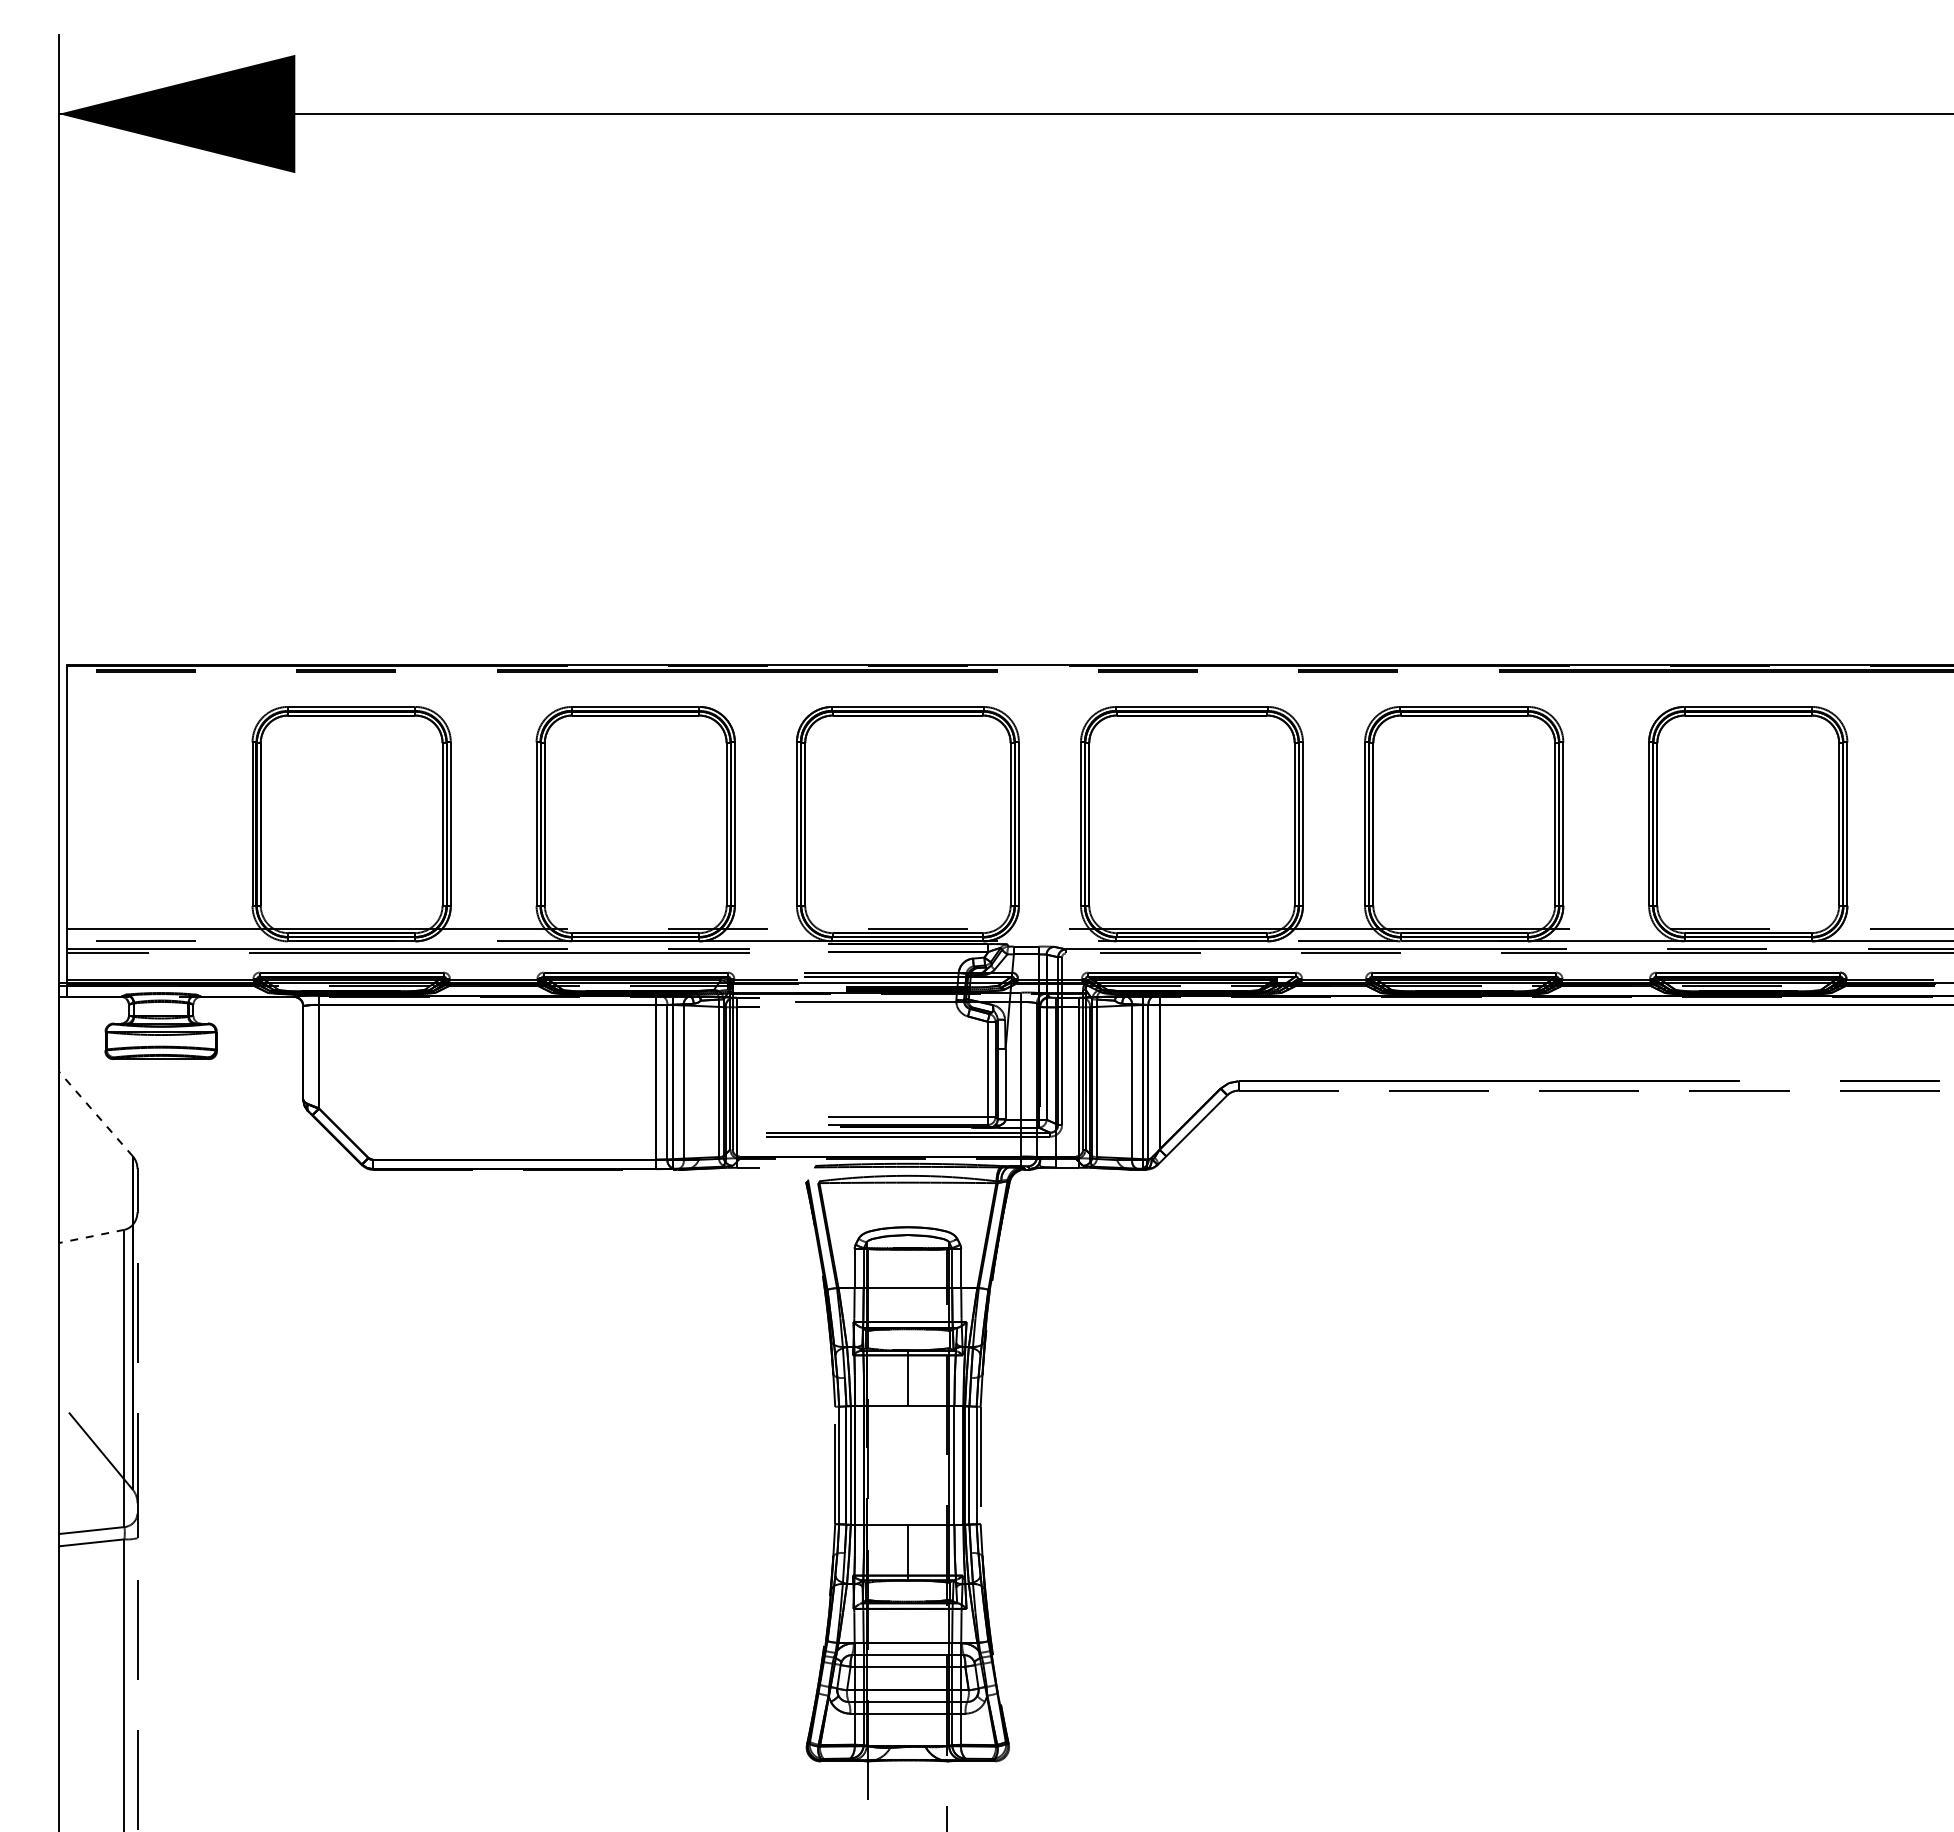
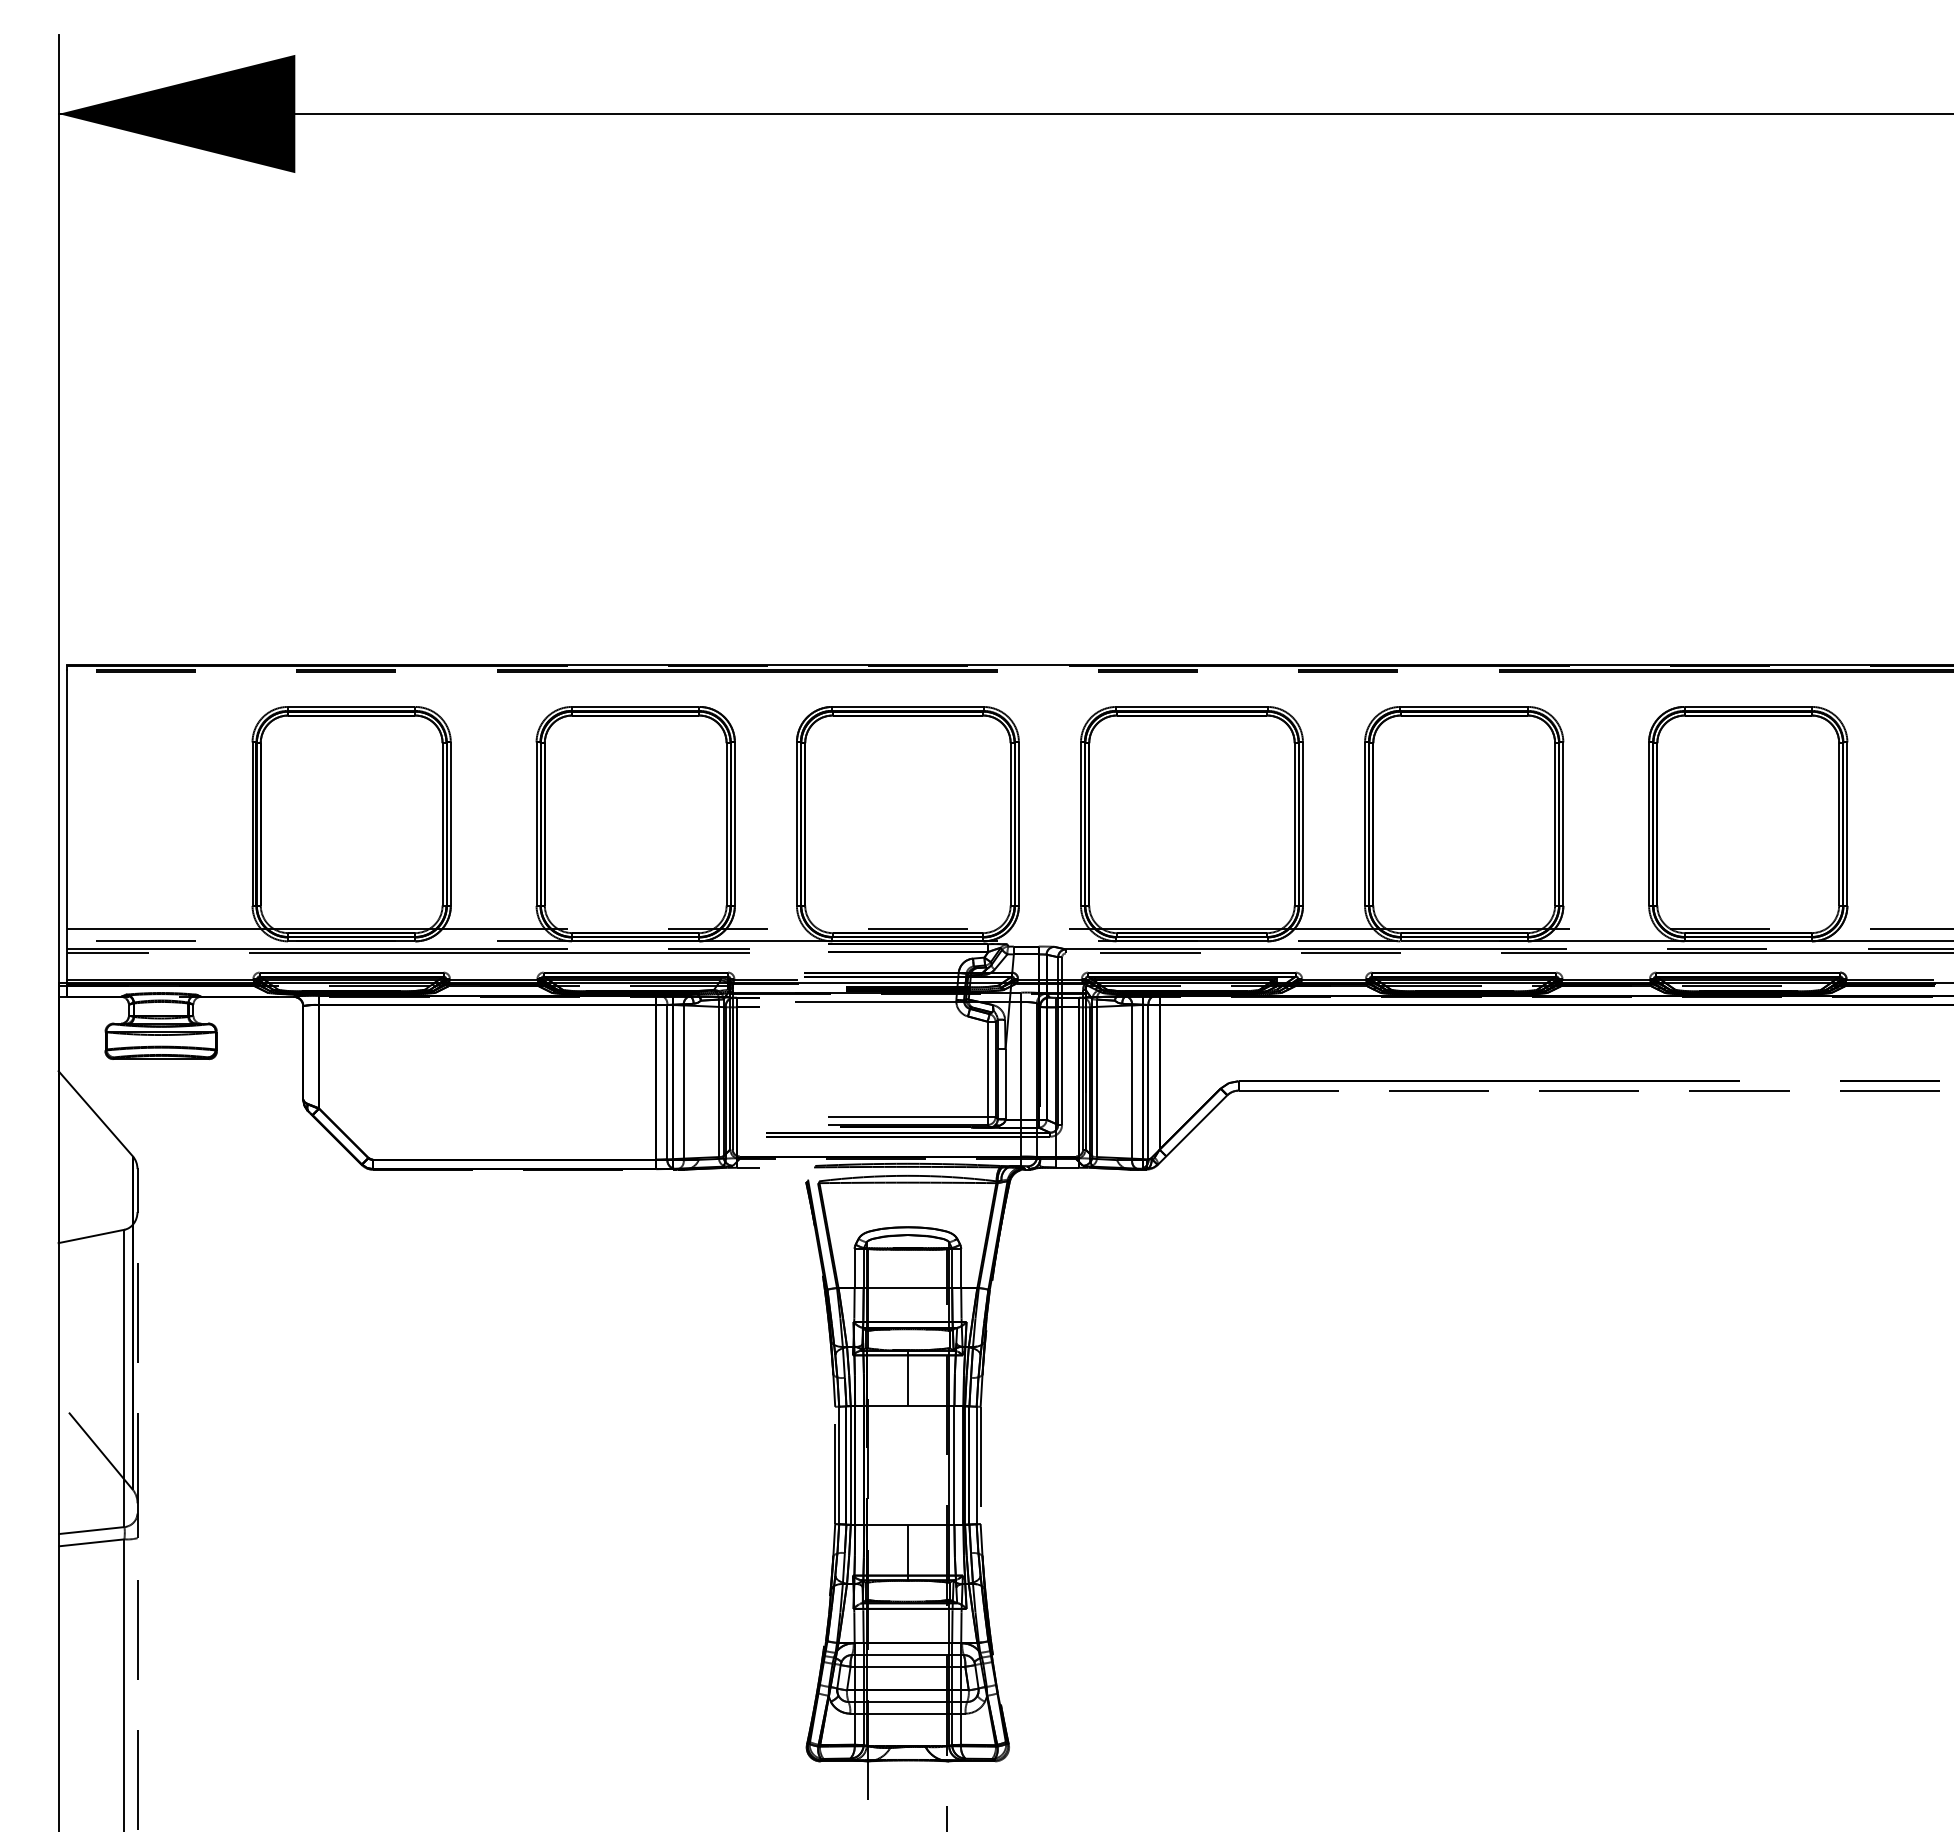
line at (95, 1113): dashed -> solid
line at (91, 1236): dashed -> solid
